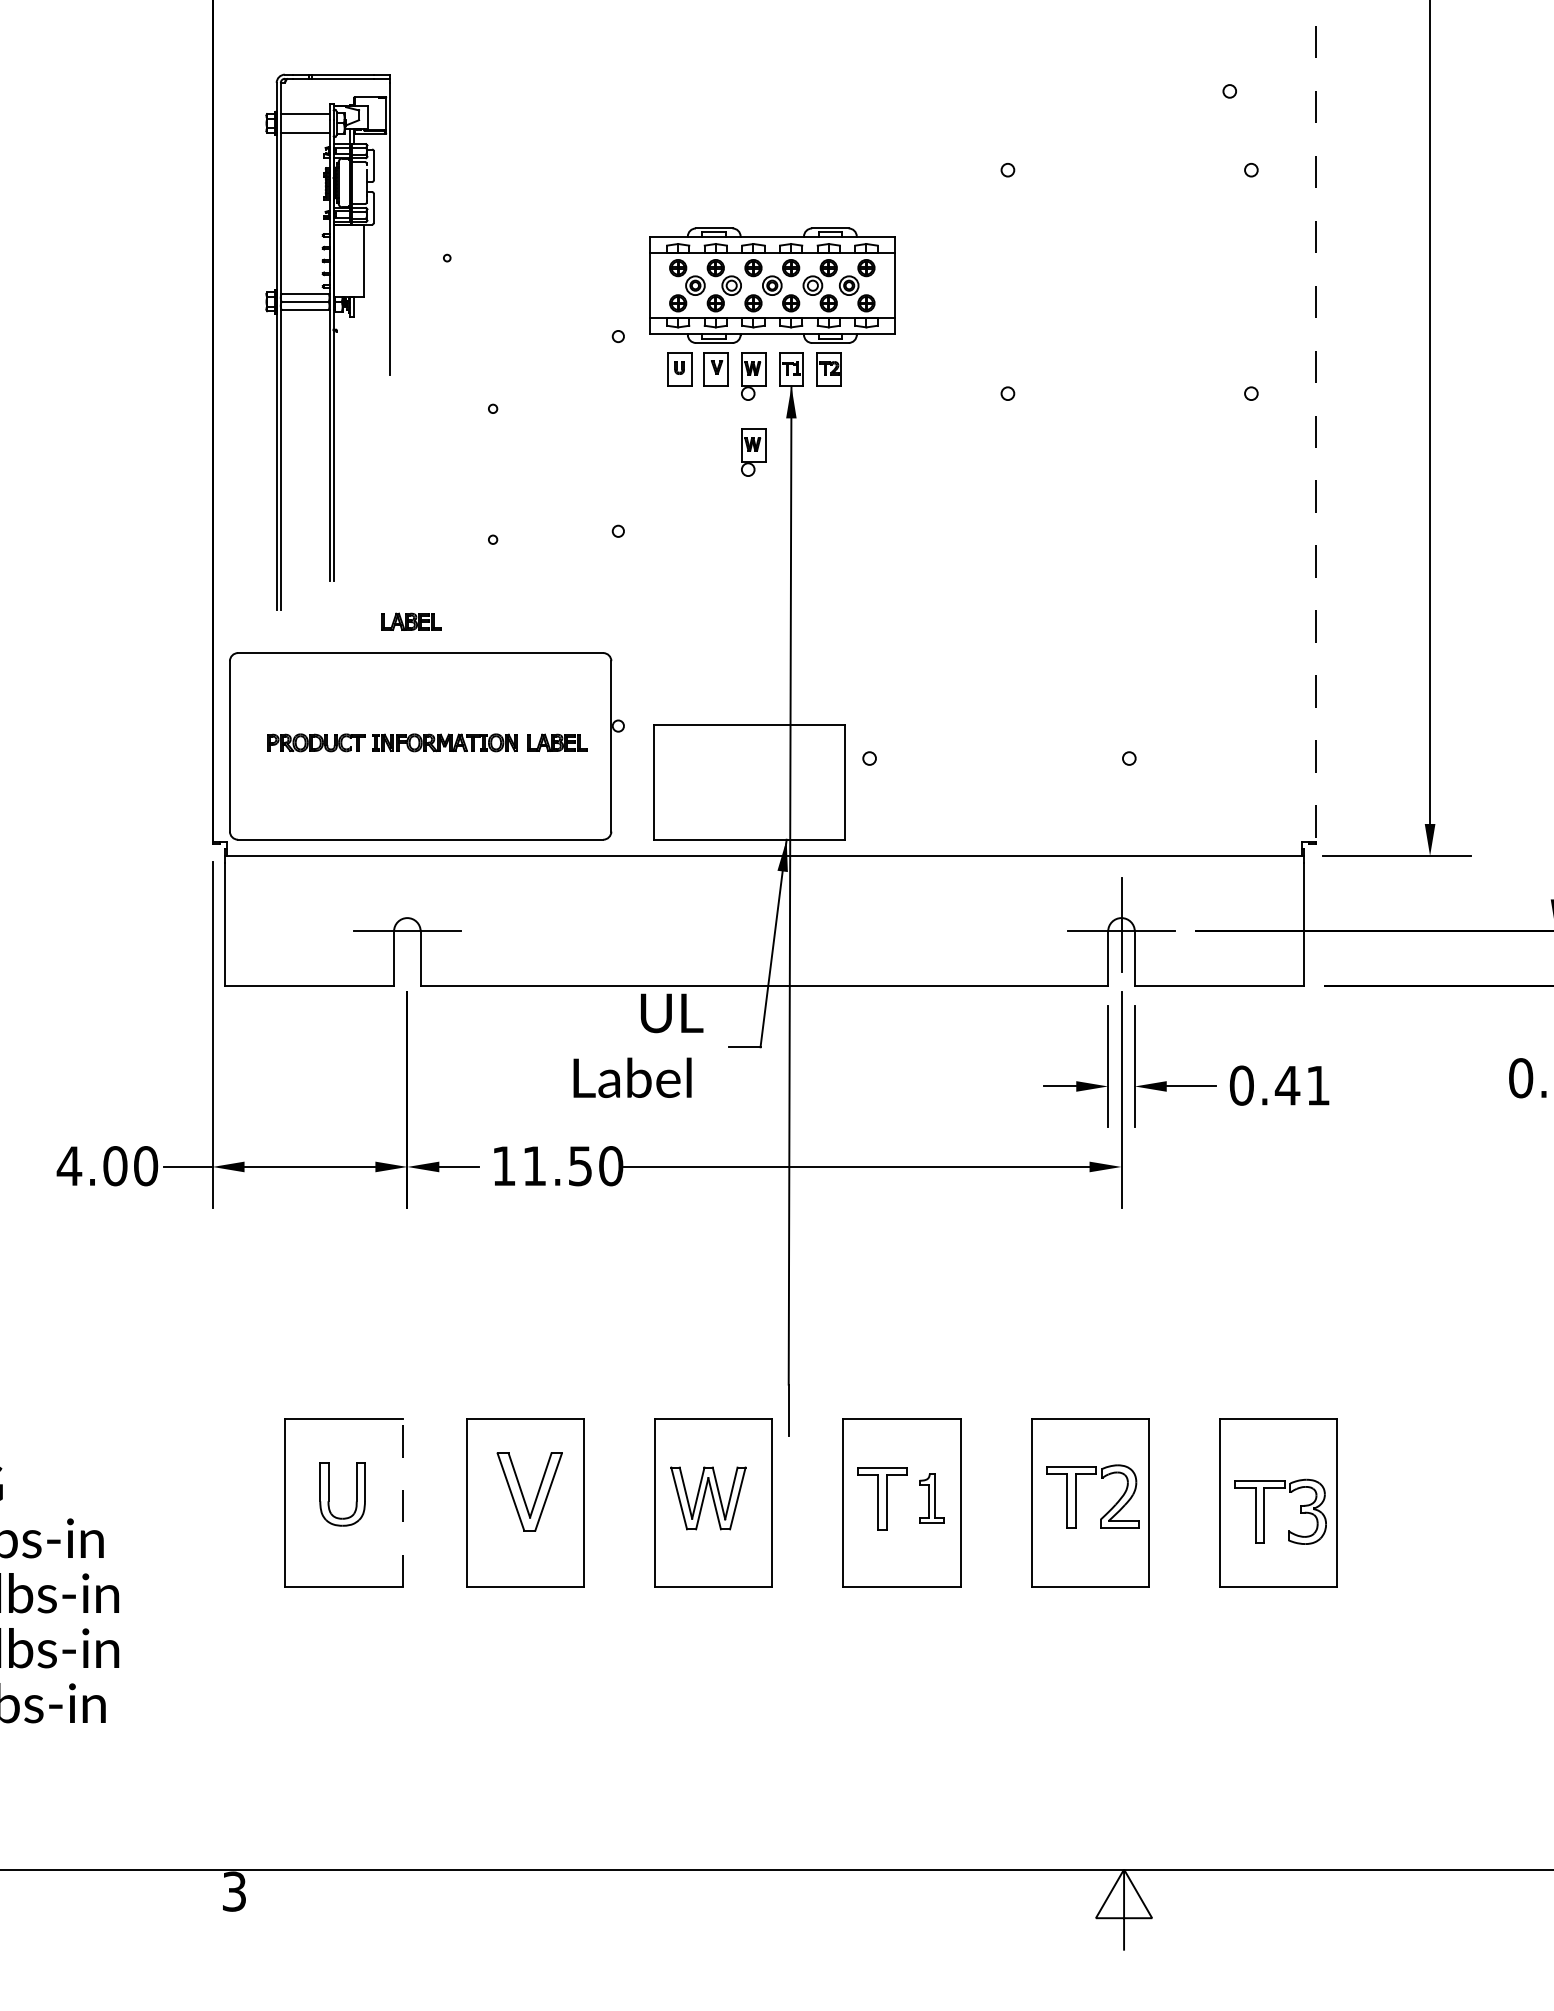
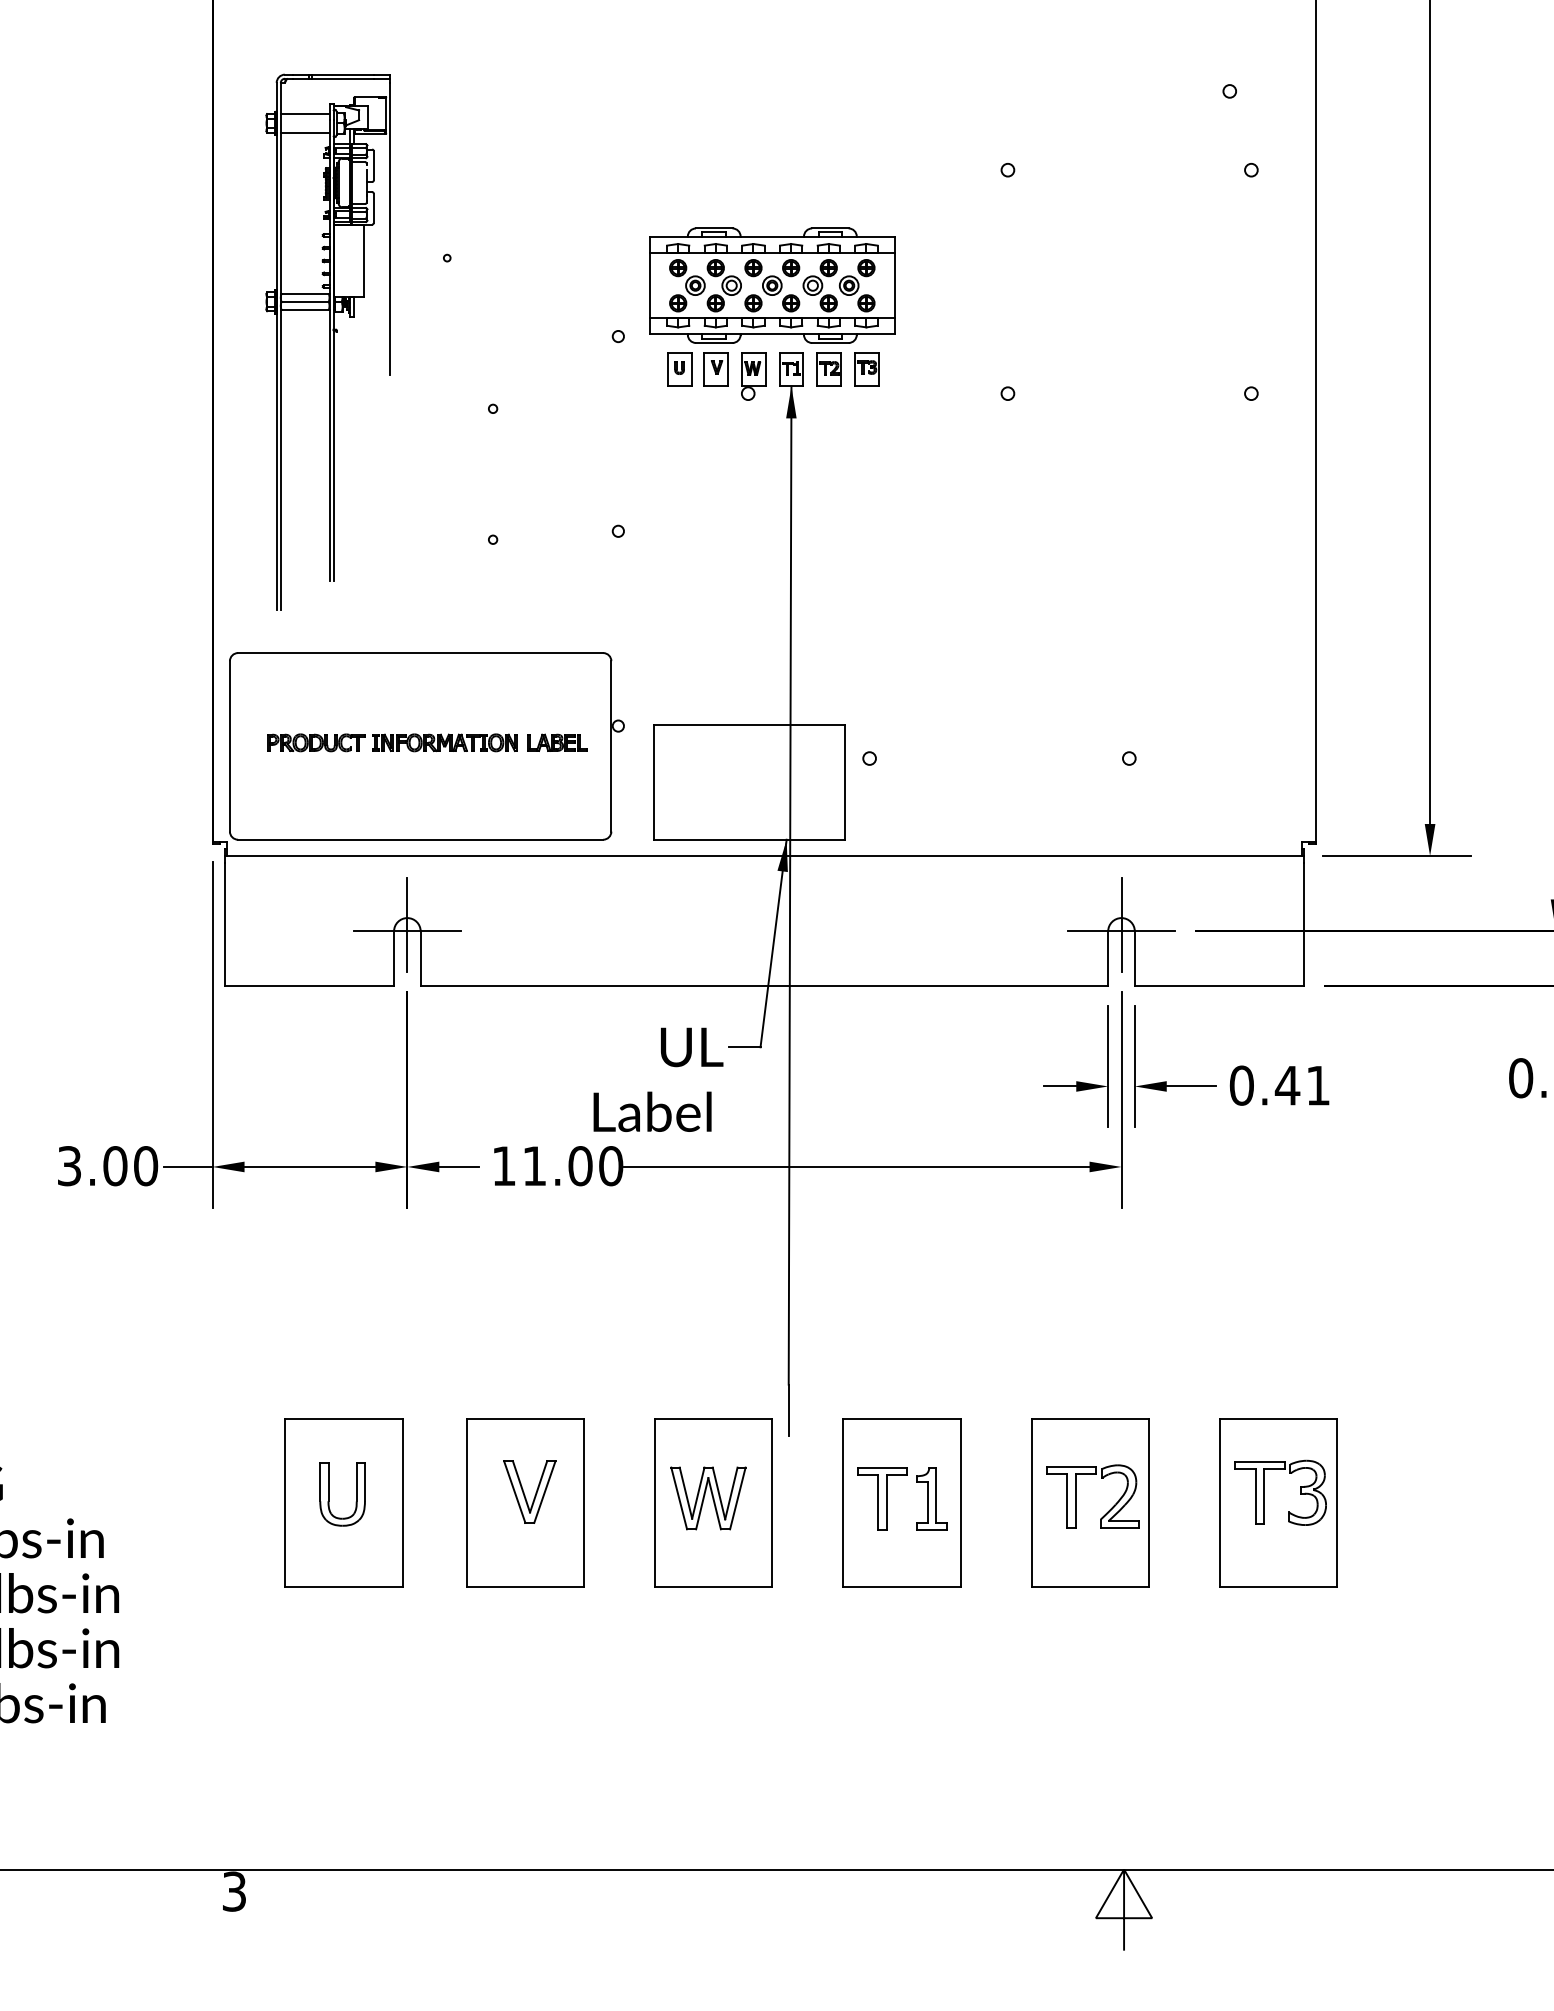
part at (866, 369): none -> present
line at (1316, 421): dashed -> solid
part at (753, 452): present -> none
part at (411, 621): present -> none
line at (407, 924): none -> present
text at (638, 1045) position: (638, 1045) -> (658, 1079)
text at (69, 1166): 4.00 -> 3.00
text at (580, 1166): 11.50 -> 11.00
part at (529, 1491) size: 67x80 px -> 54x64 px
part at (931, 1498) size: 26x51 px -> 32x64 px
line at (402, 1502): dashed -> solid
part at (1264, 1511) position: (1264, 1511) -> (1264, 1492)
